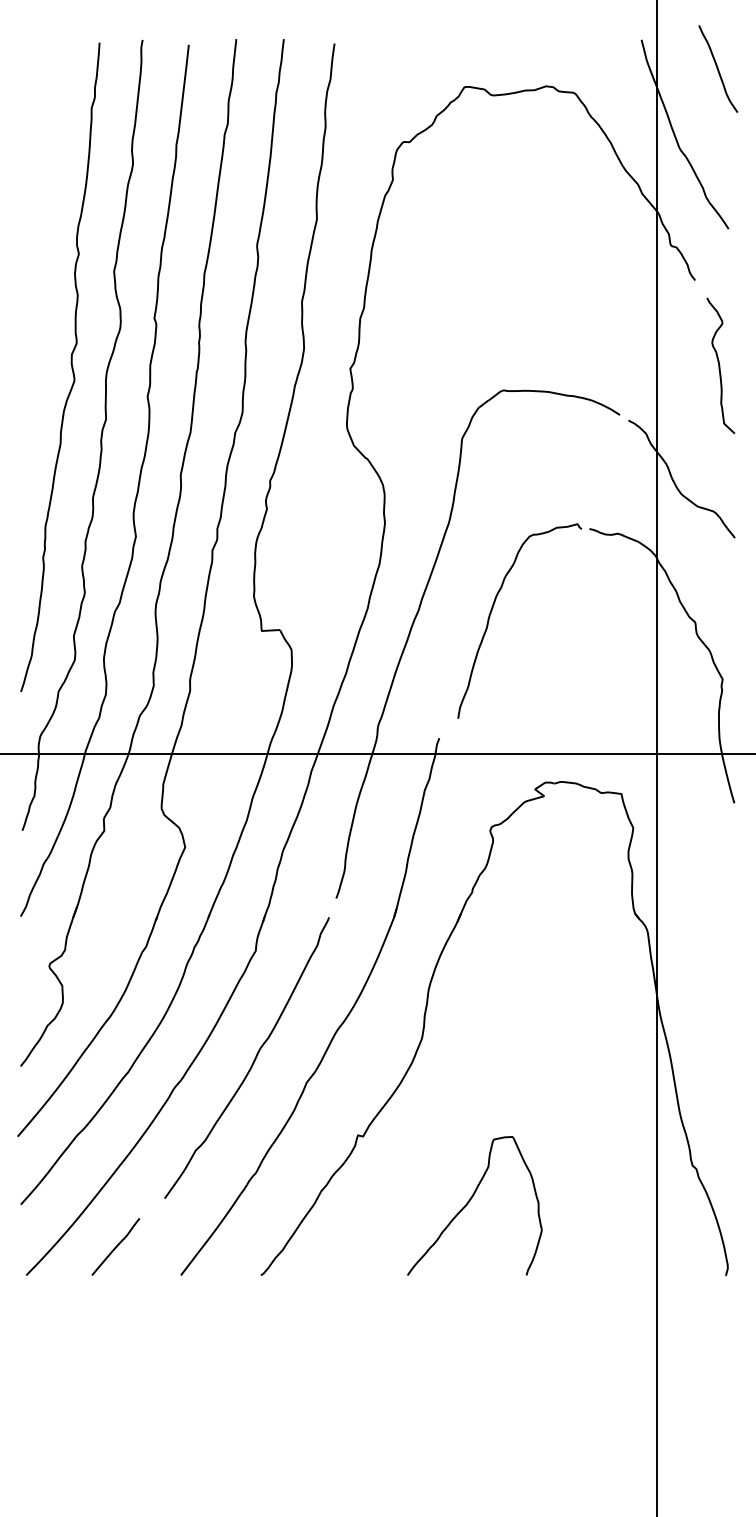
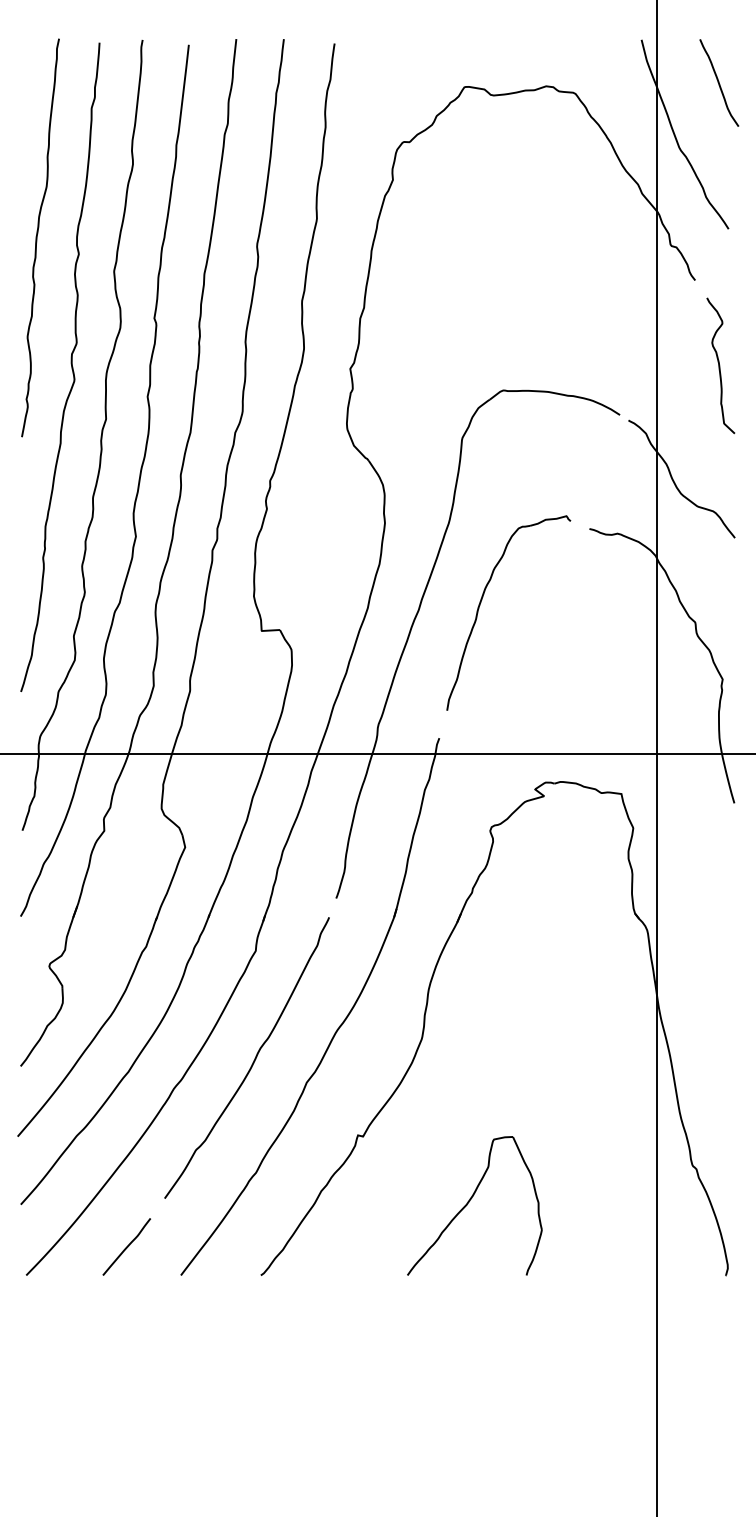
curve at (718, 68) position: (718, 68) -> (719, 82)
curve at (37, 237): none -> present
part at (493, 608) position: (493, 608) -> (482, 600)
curve at (115, 1246) position: (115, 1246) -> (126, 1246)
